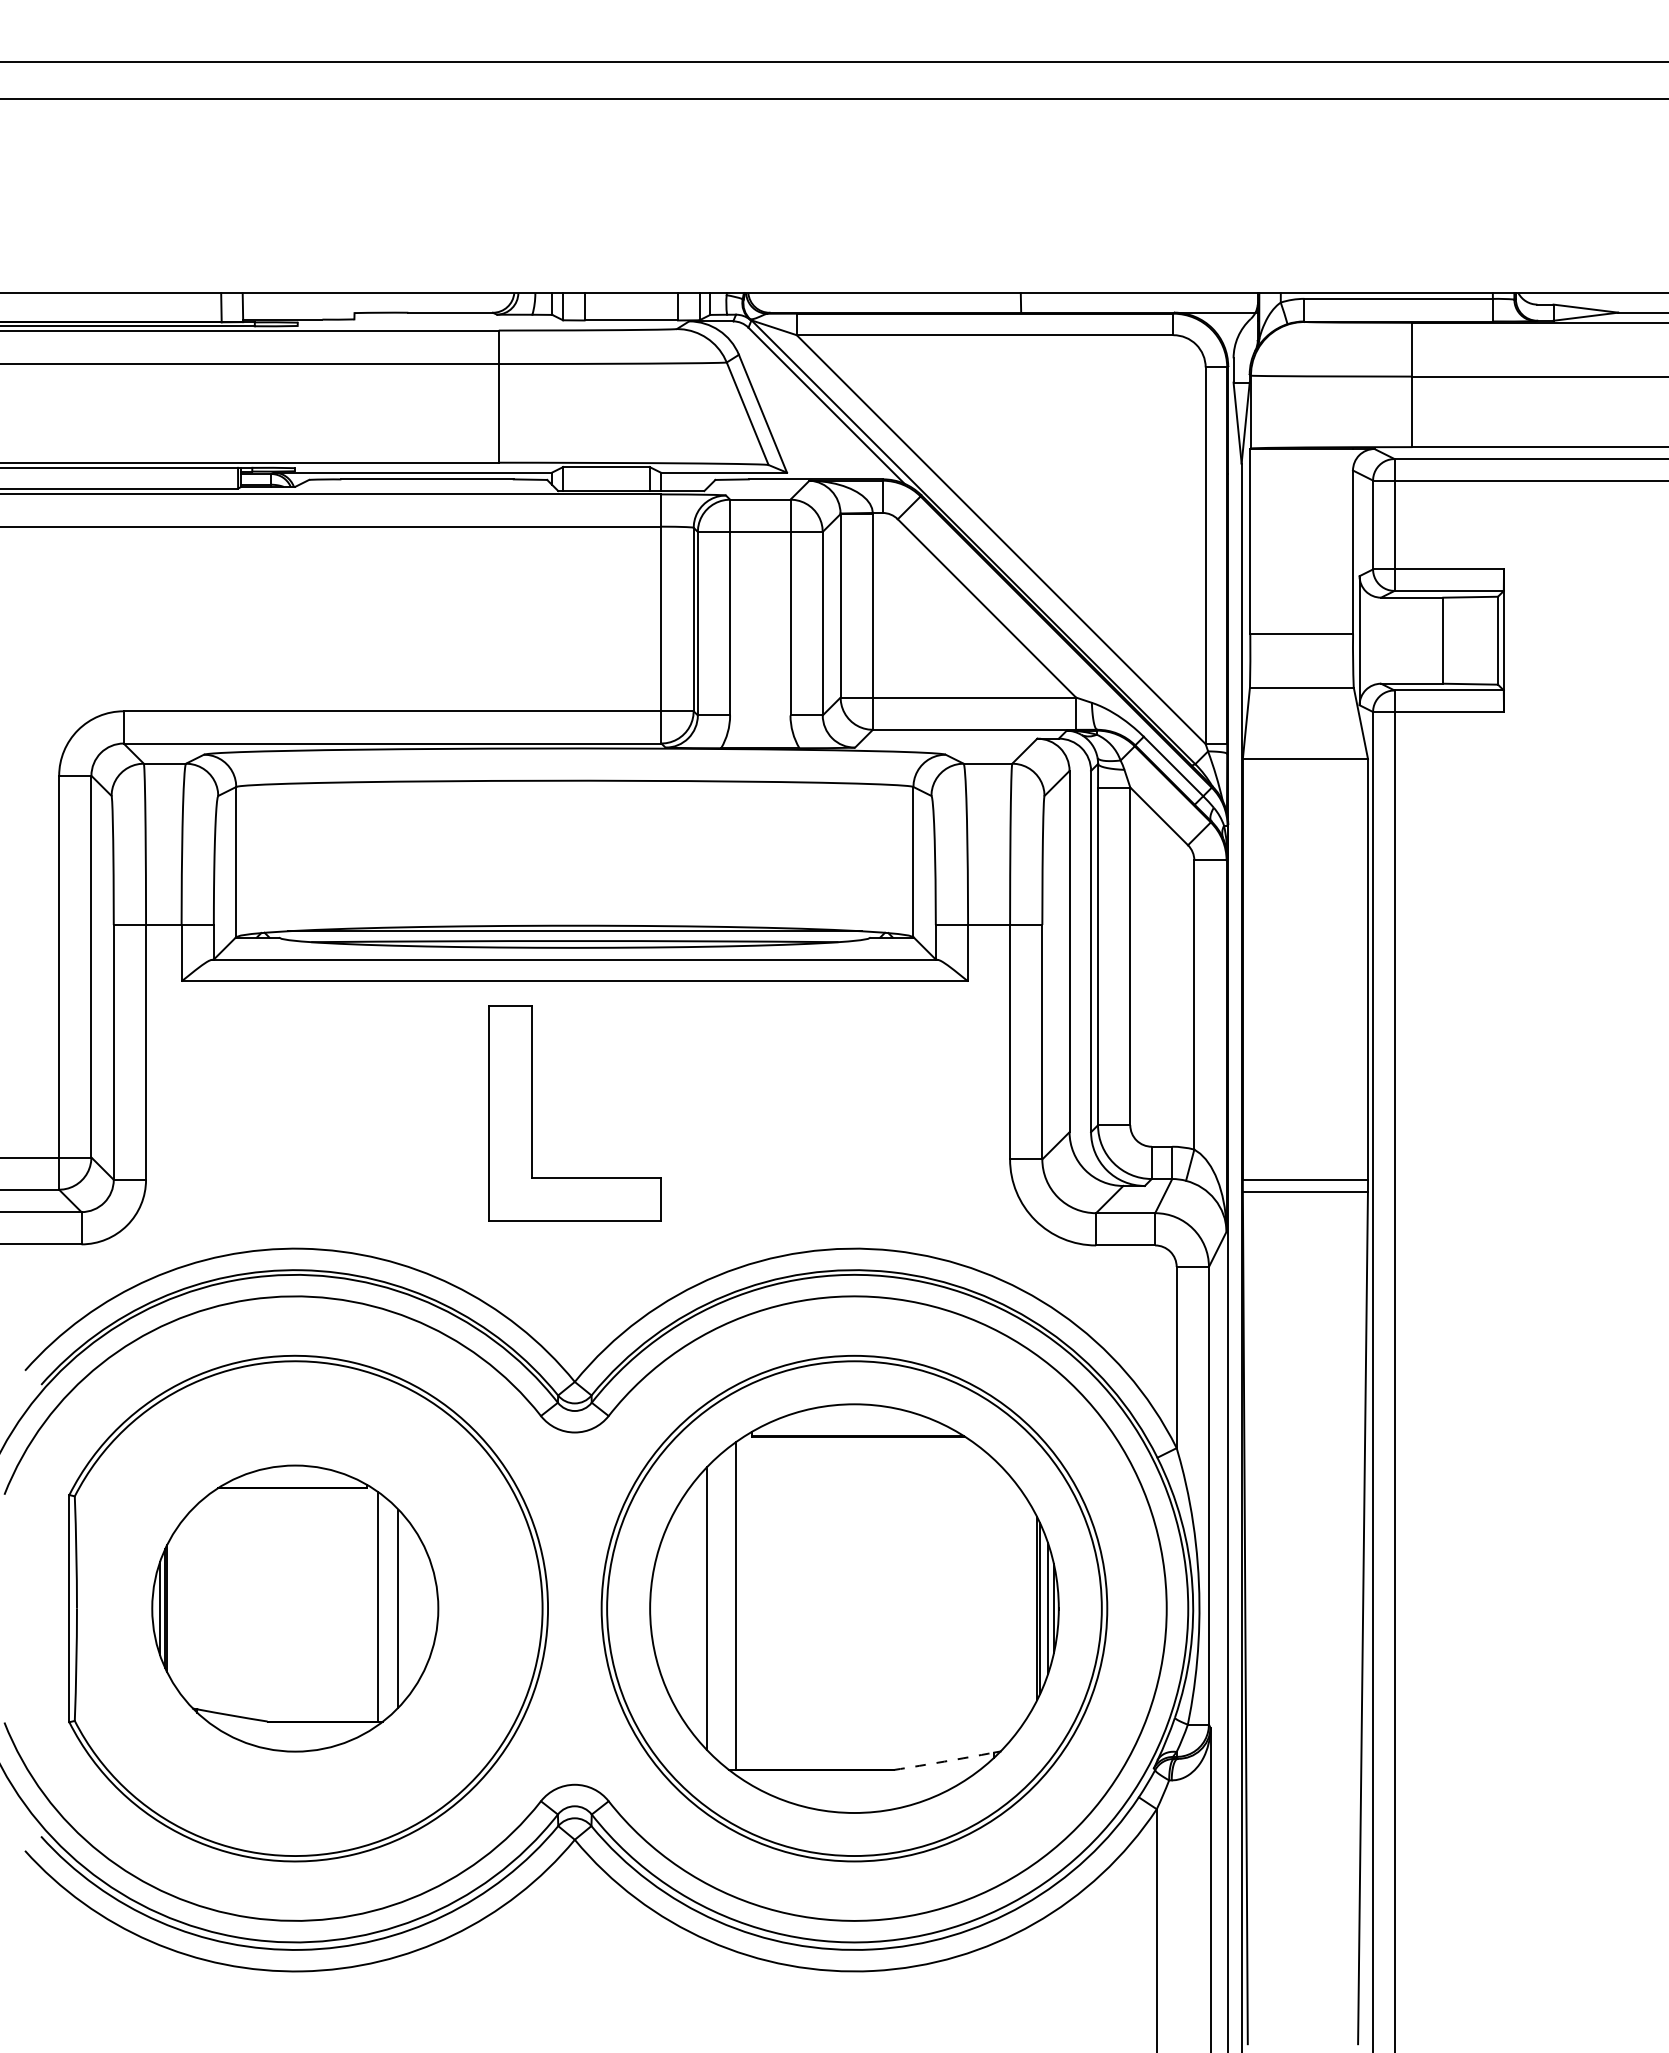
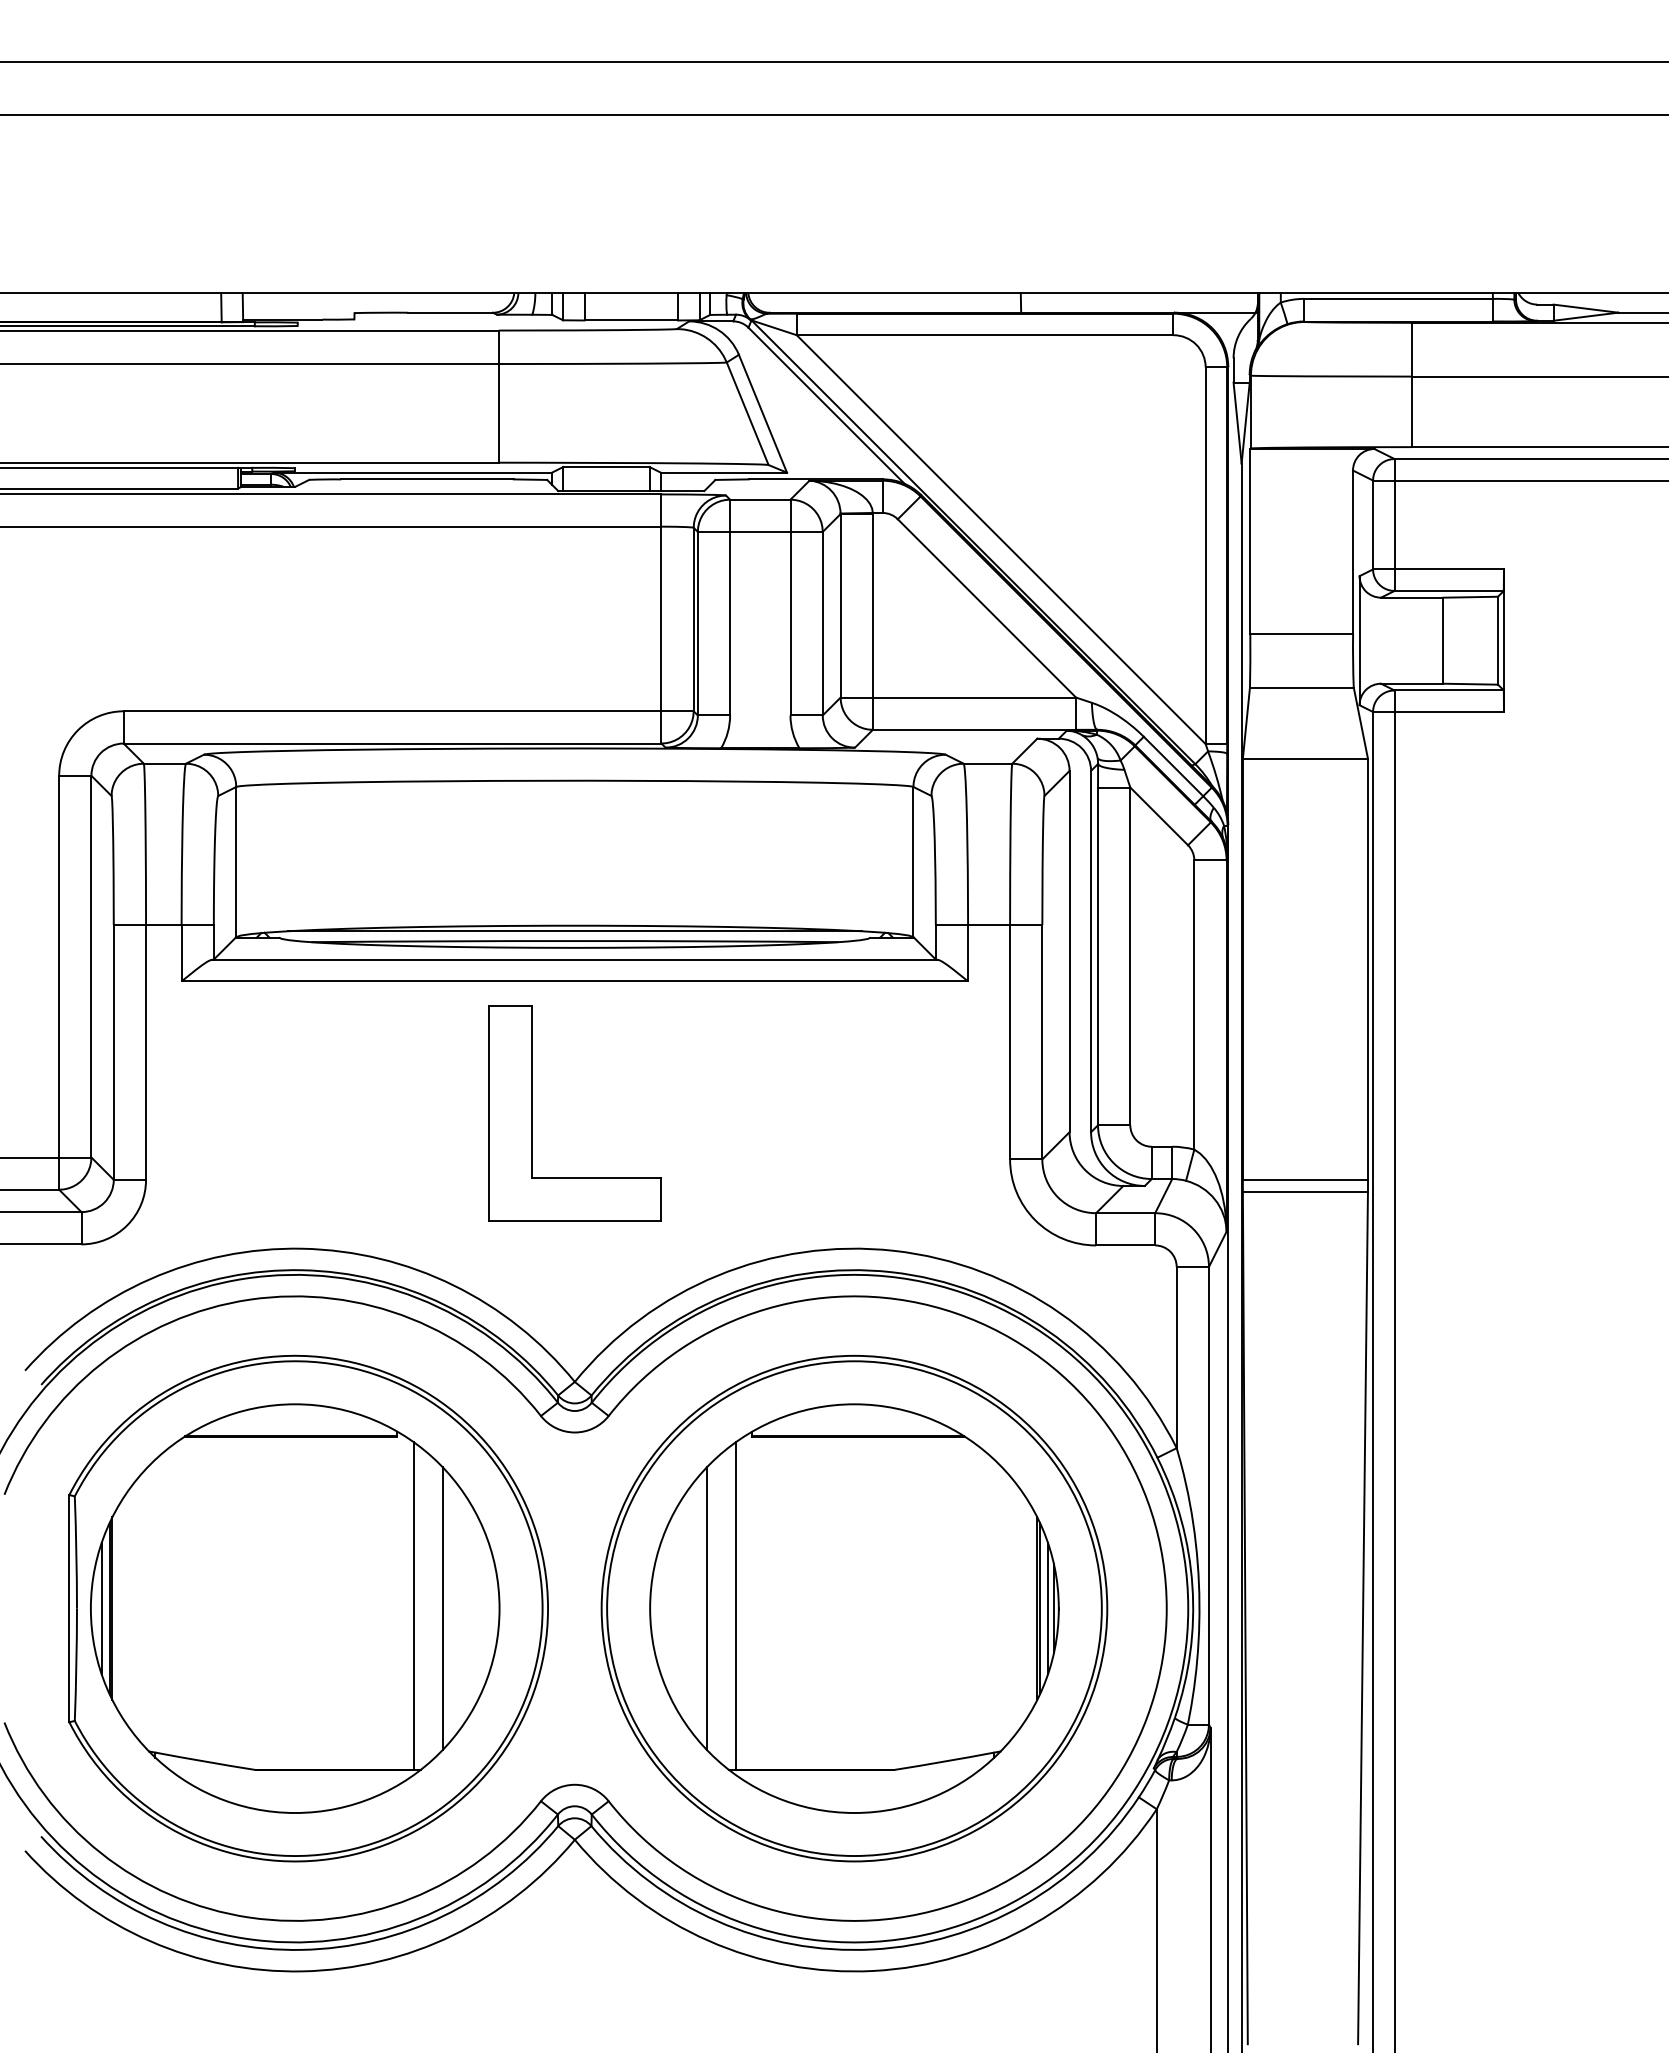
line at (833, 99) position: (833, 99) -> (833, 115)
part at (295, 1608) size: 289x289 px -> 411x411 px
arc at (944, 1761): dashed -> solid
